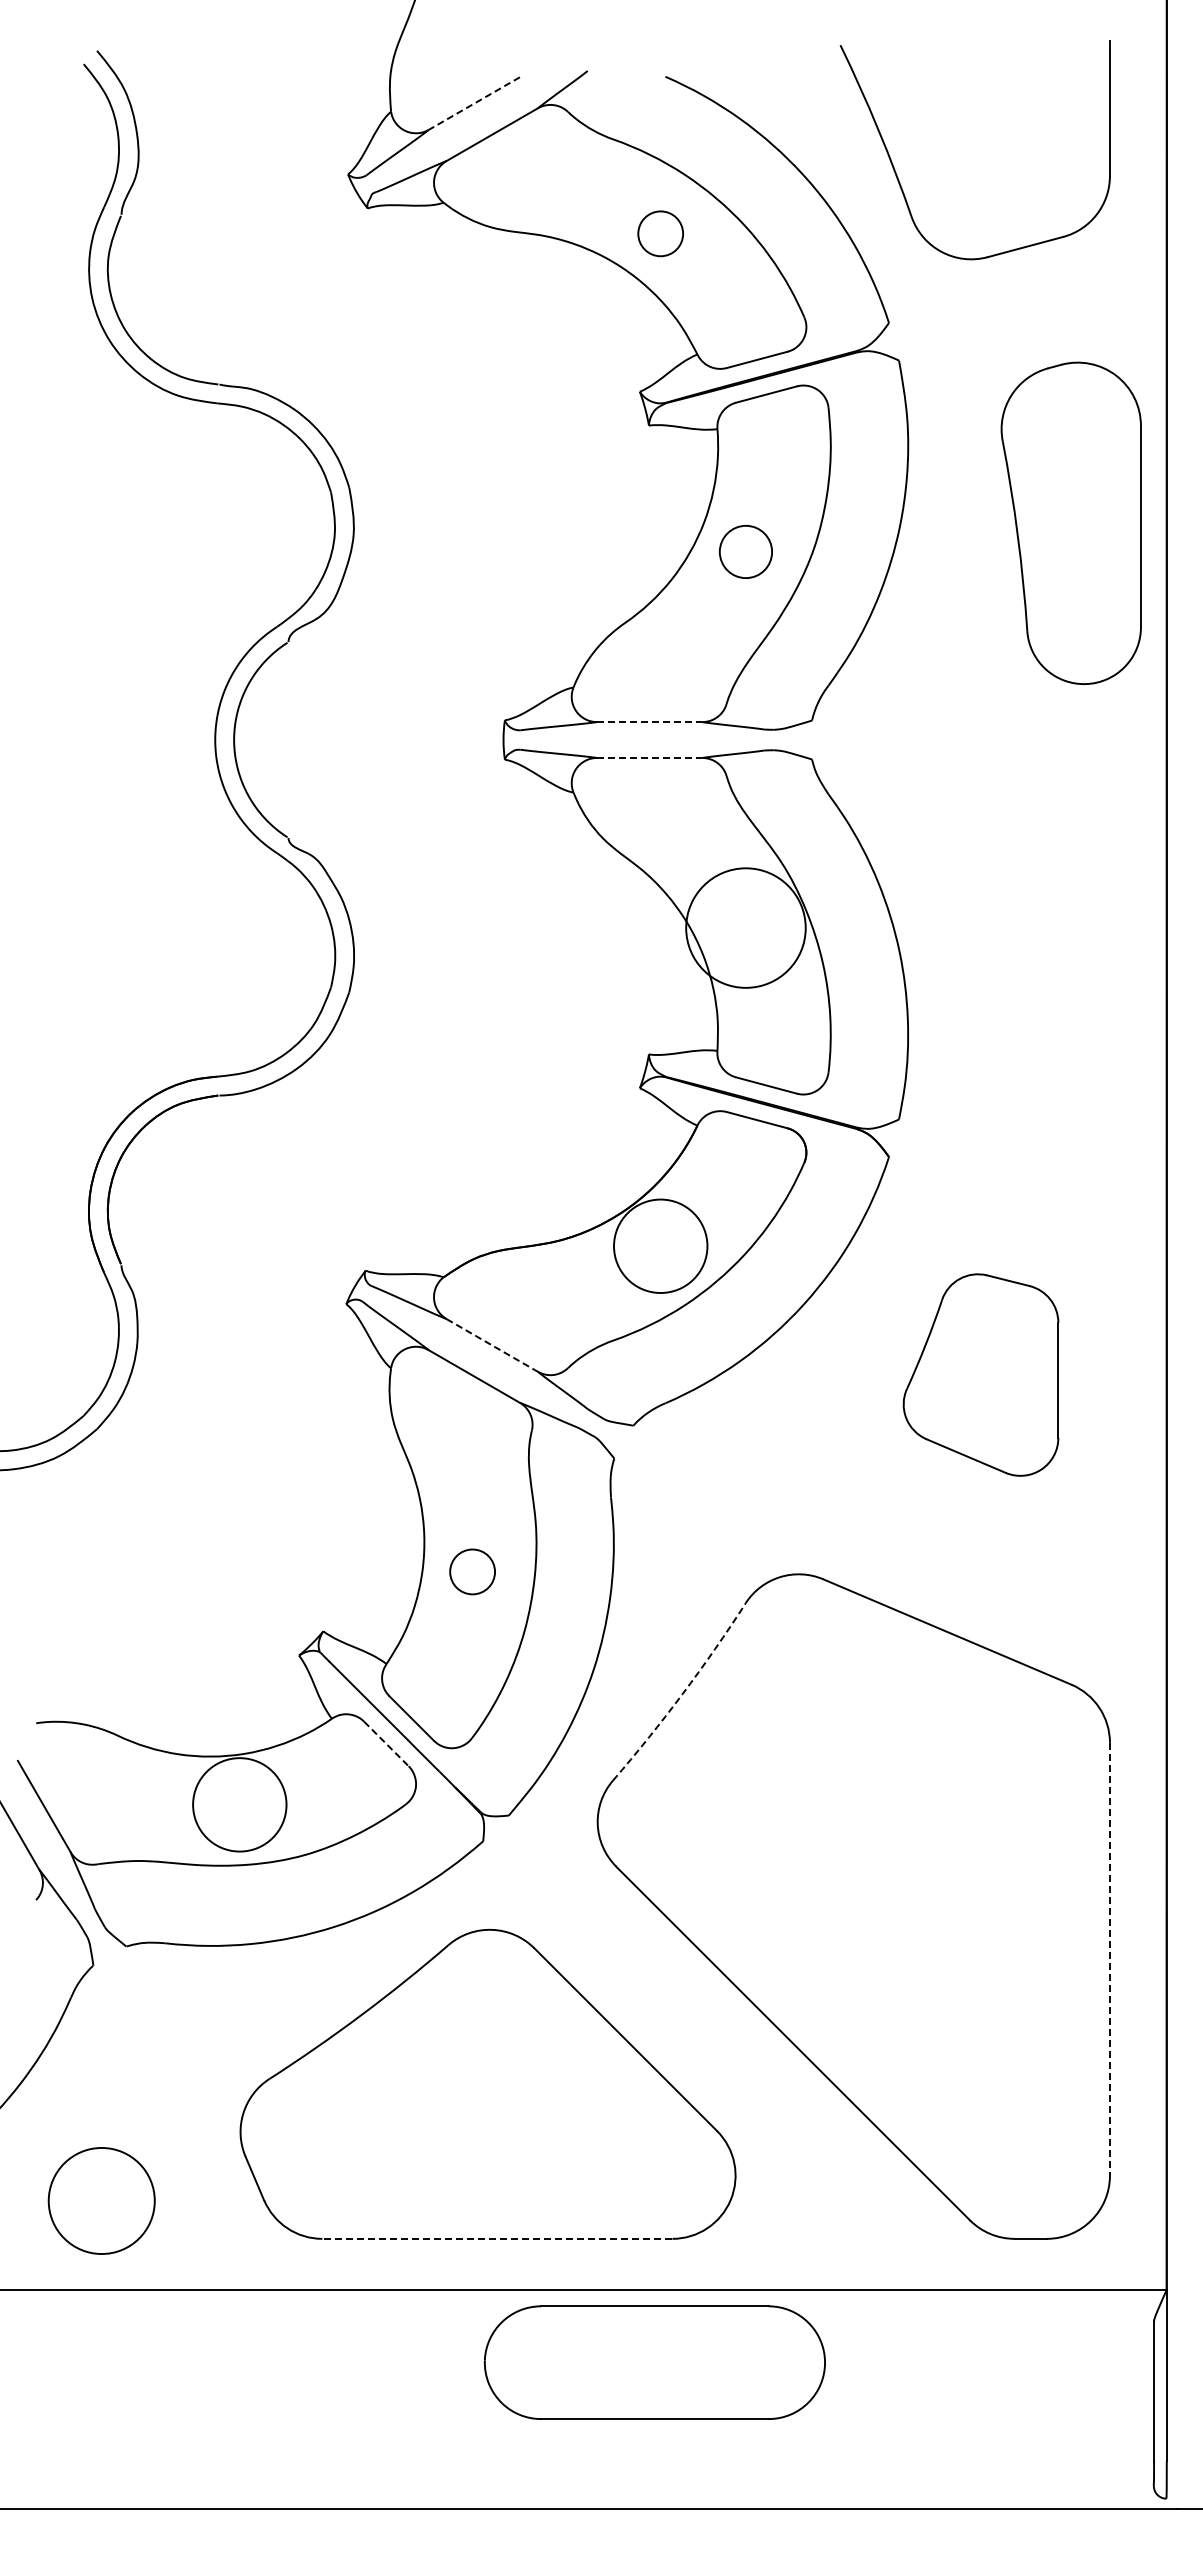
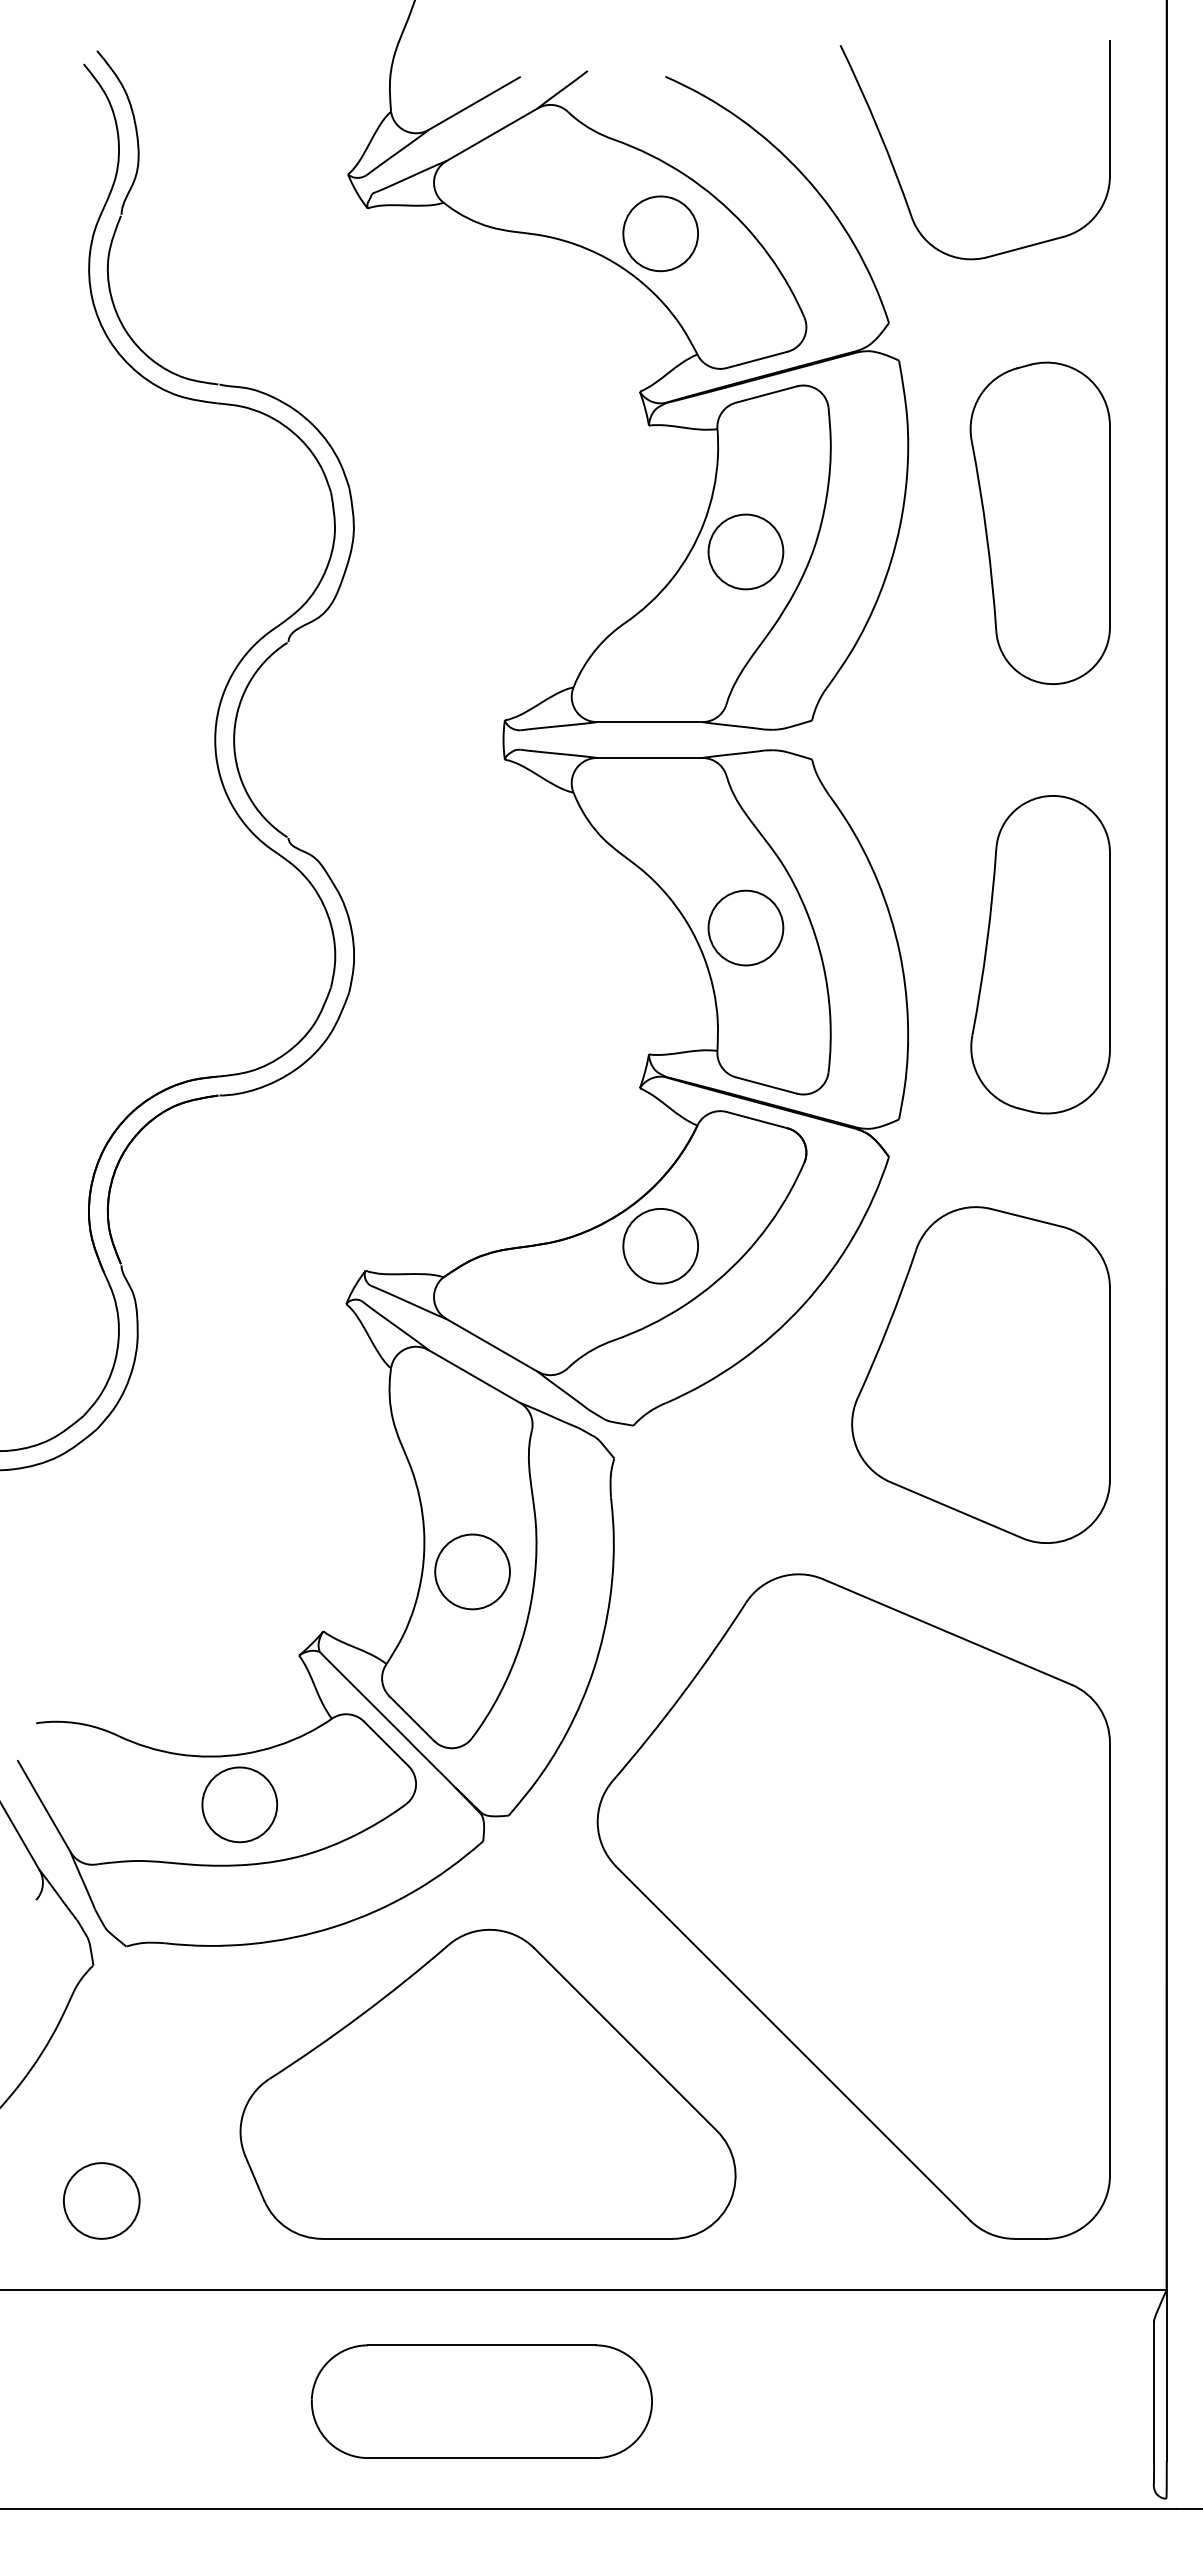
line at (474, 103): dashed -> solid
circle at (660, 233) diameter: 45 px -> 75 px
part at (1070, 522) position: (1070, 522) -> (1039, 522)
circle at (745, 551) diameter: 52 px -> 75 px
line at (649, 722): dashed -> solid
line at (649, 757): dashed -> solid
circle at (745, 927) diameter: 120 px -> 75 px
part at (1040, 954): none -> present
circle at (660, 1246) diameter: 93 px -> 75 px
line at (492, 1345): dashed -> solid
part at (980, 1374) size: 158x204 px -> 260x338 px
circle at (472, 1571) diameter: 45 px -> 75 px
arc at (682, 1694): dashed -> solid
line at (386, 1744): dashed -> solid
circle at (239, 1804) diameter: 93 px -> 75 px
line at (1109, 1959): dashed -> solid
circle at (101, 2200) diameter: 106 px -> 76 px
line at (496, 2238): dashed -> solid
part at (654, 2362) position: (654, 2362) -> (481, 2401)
